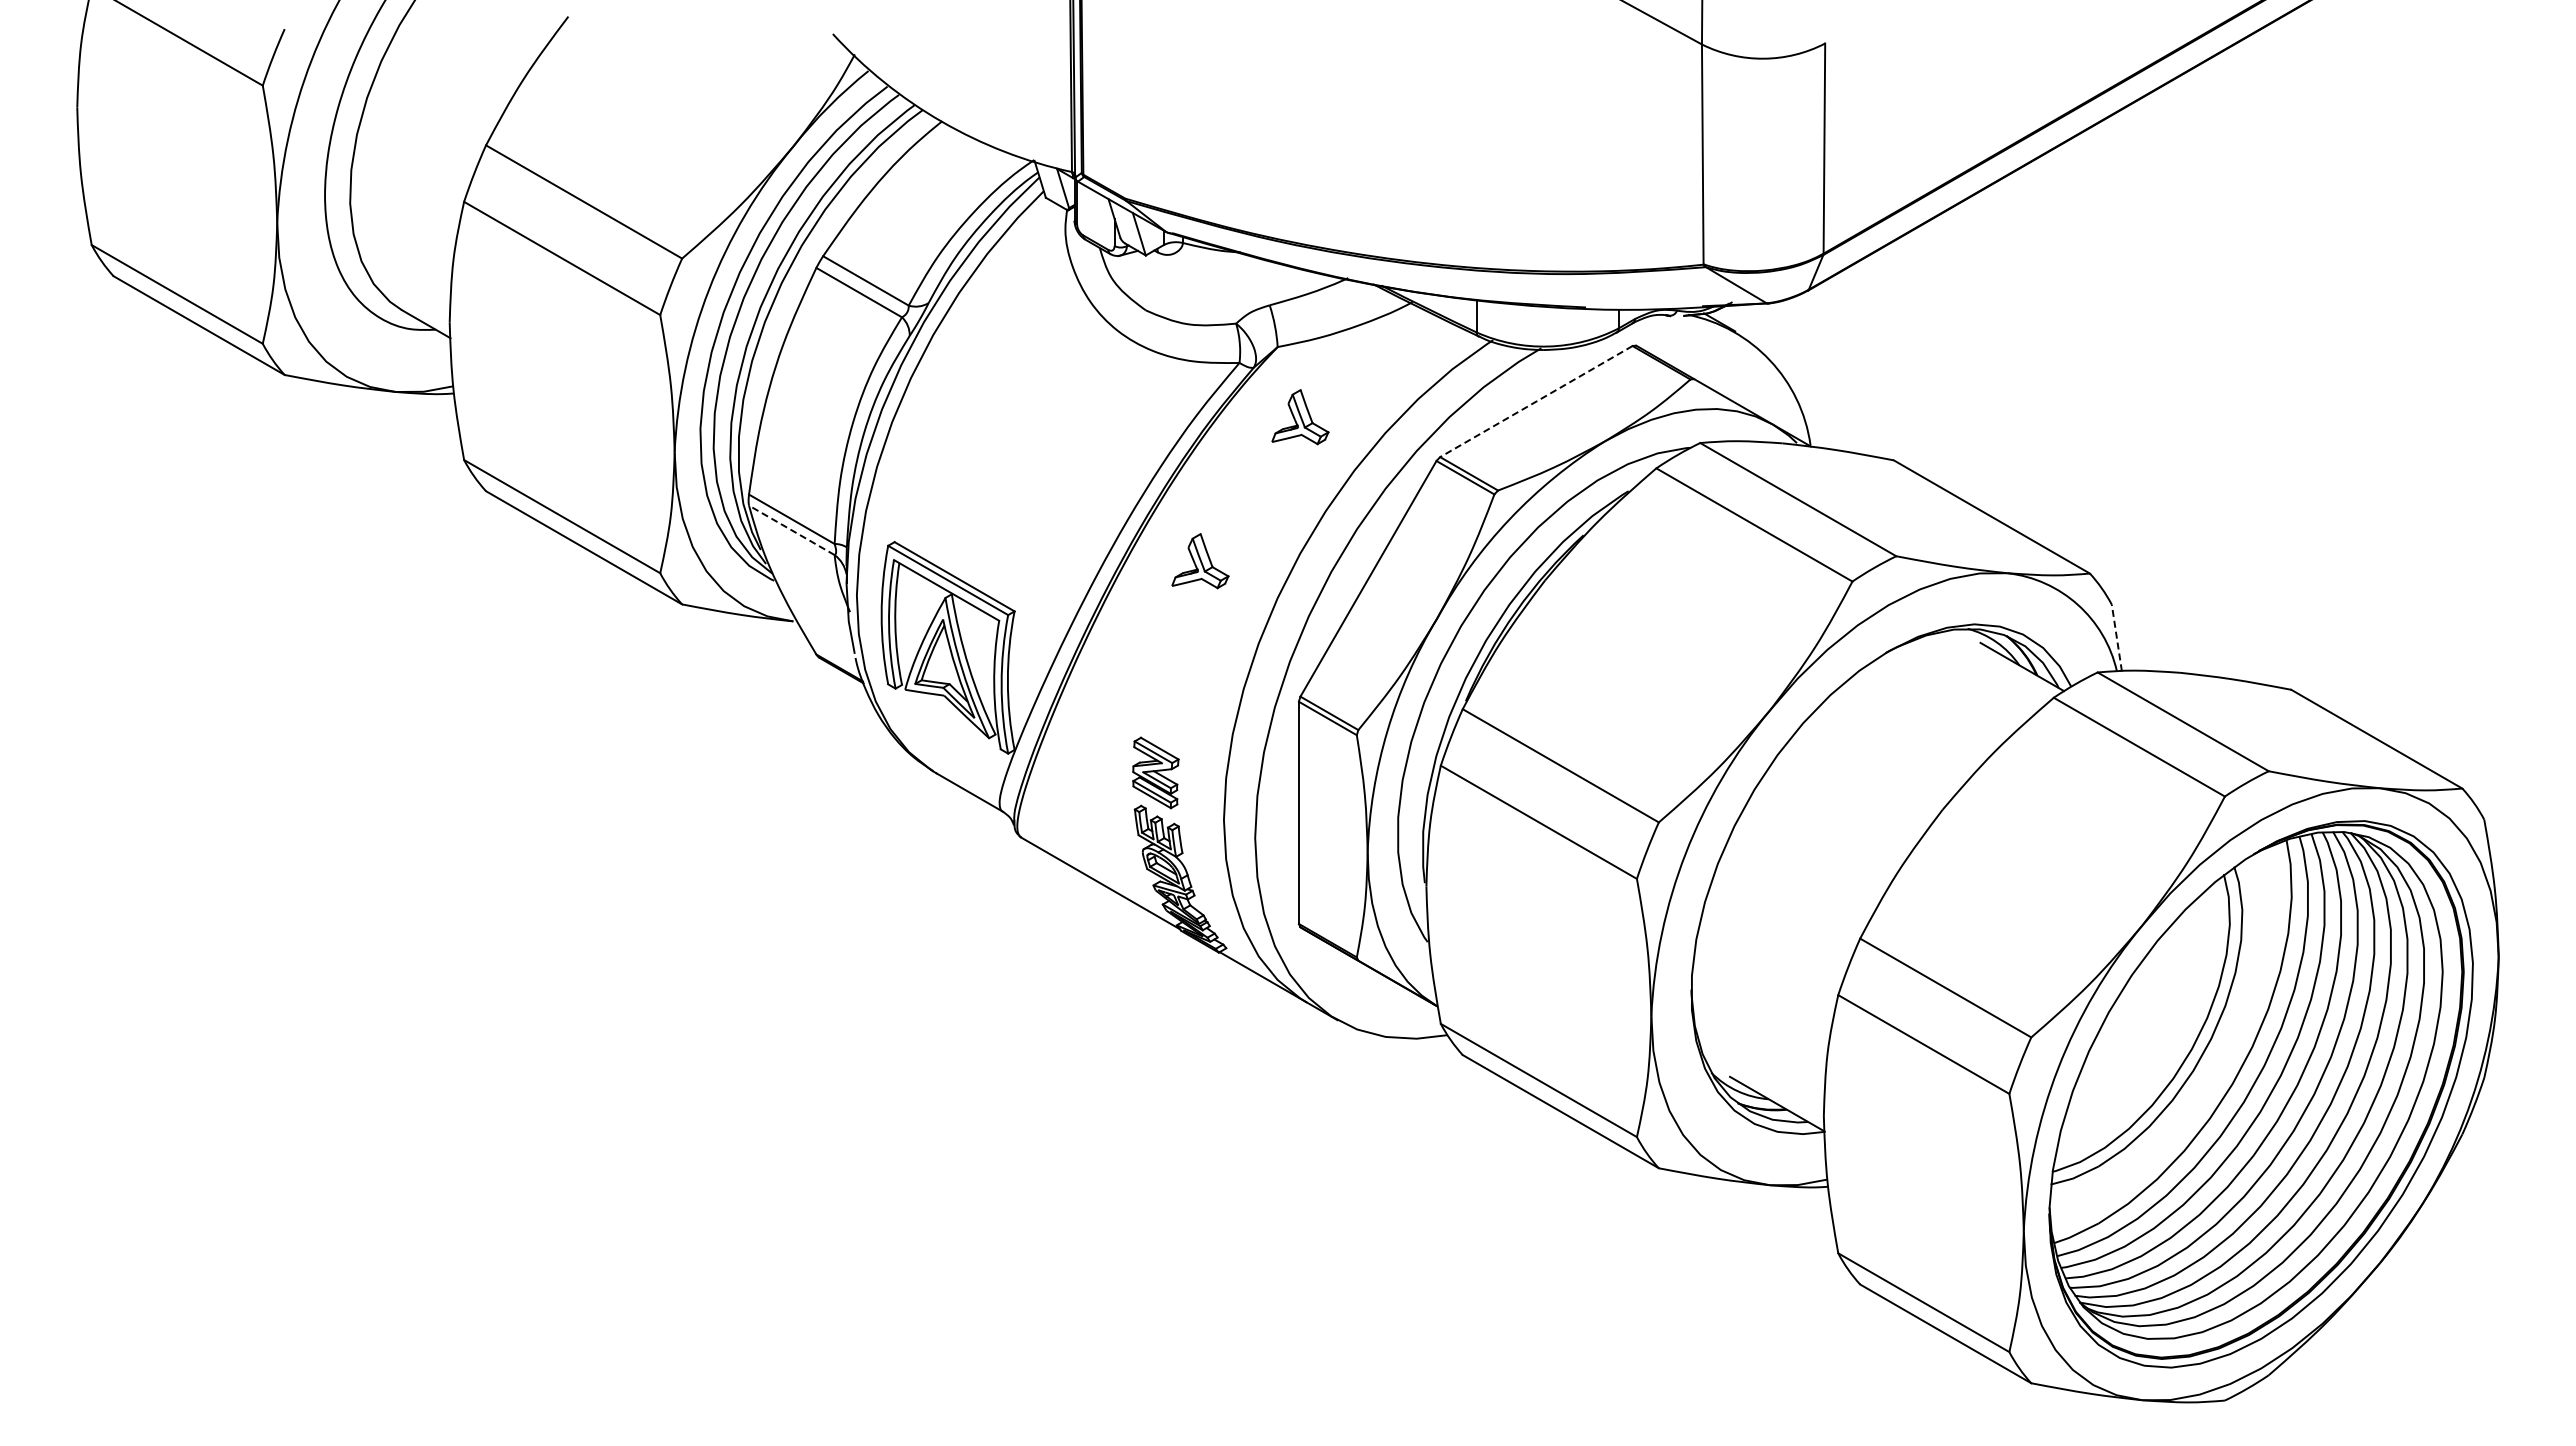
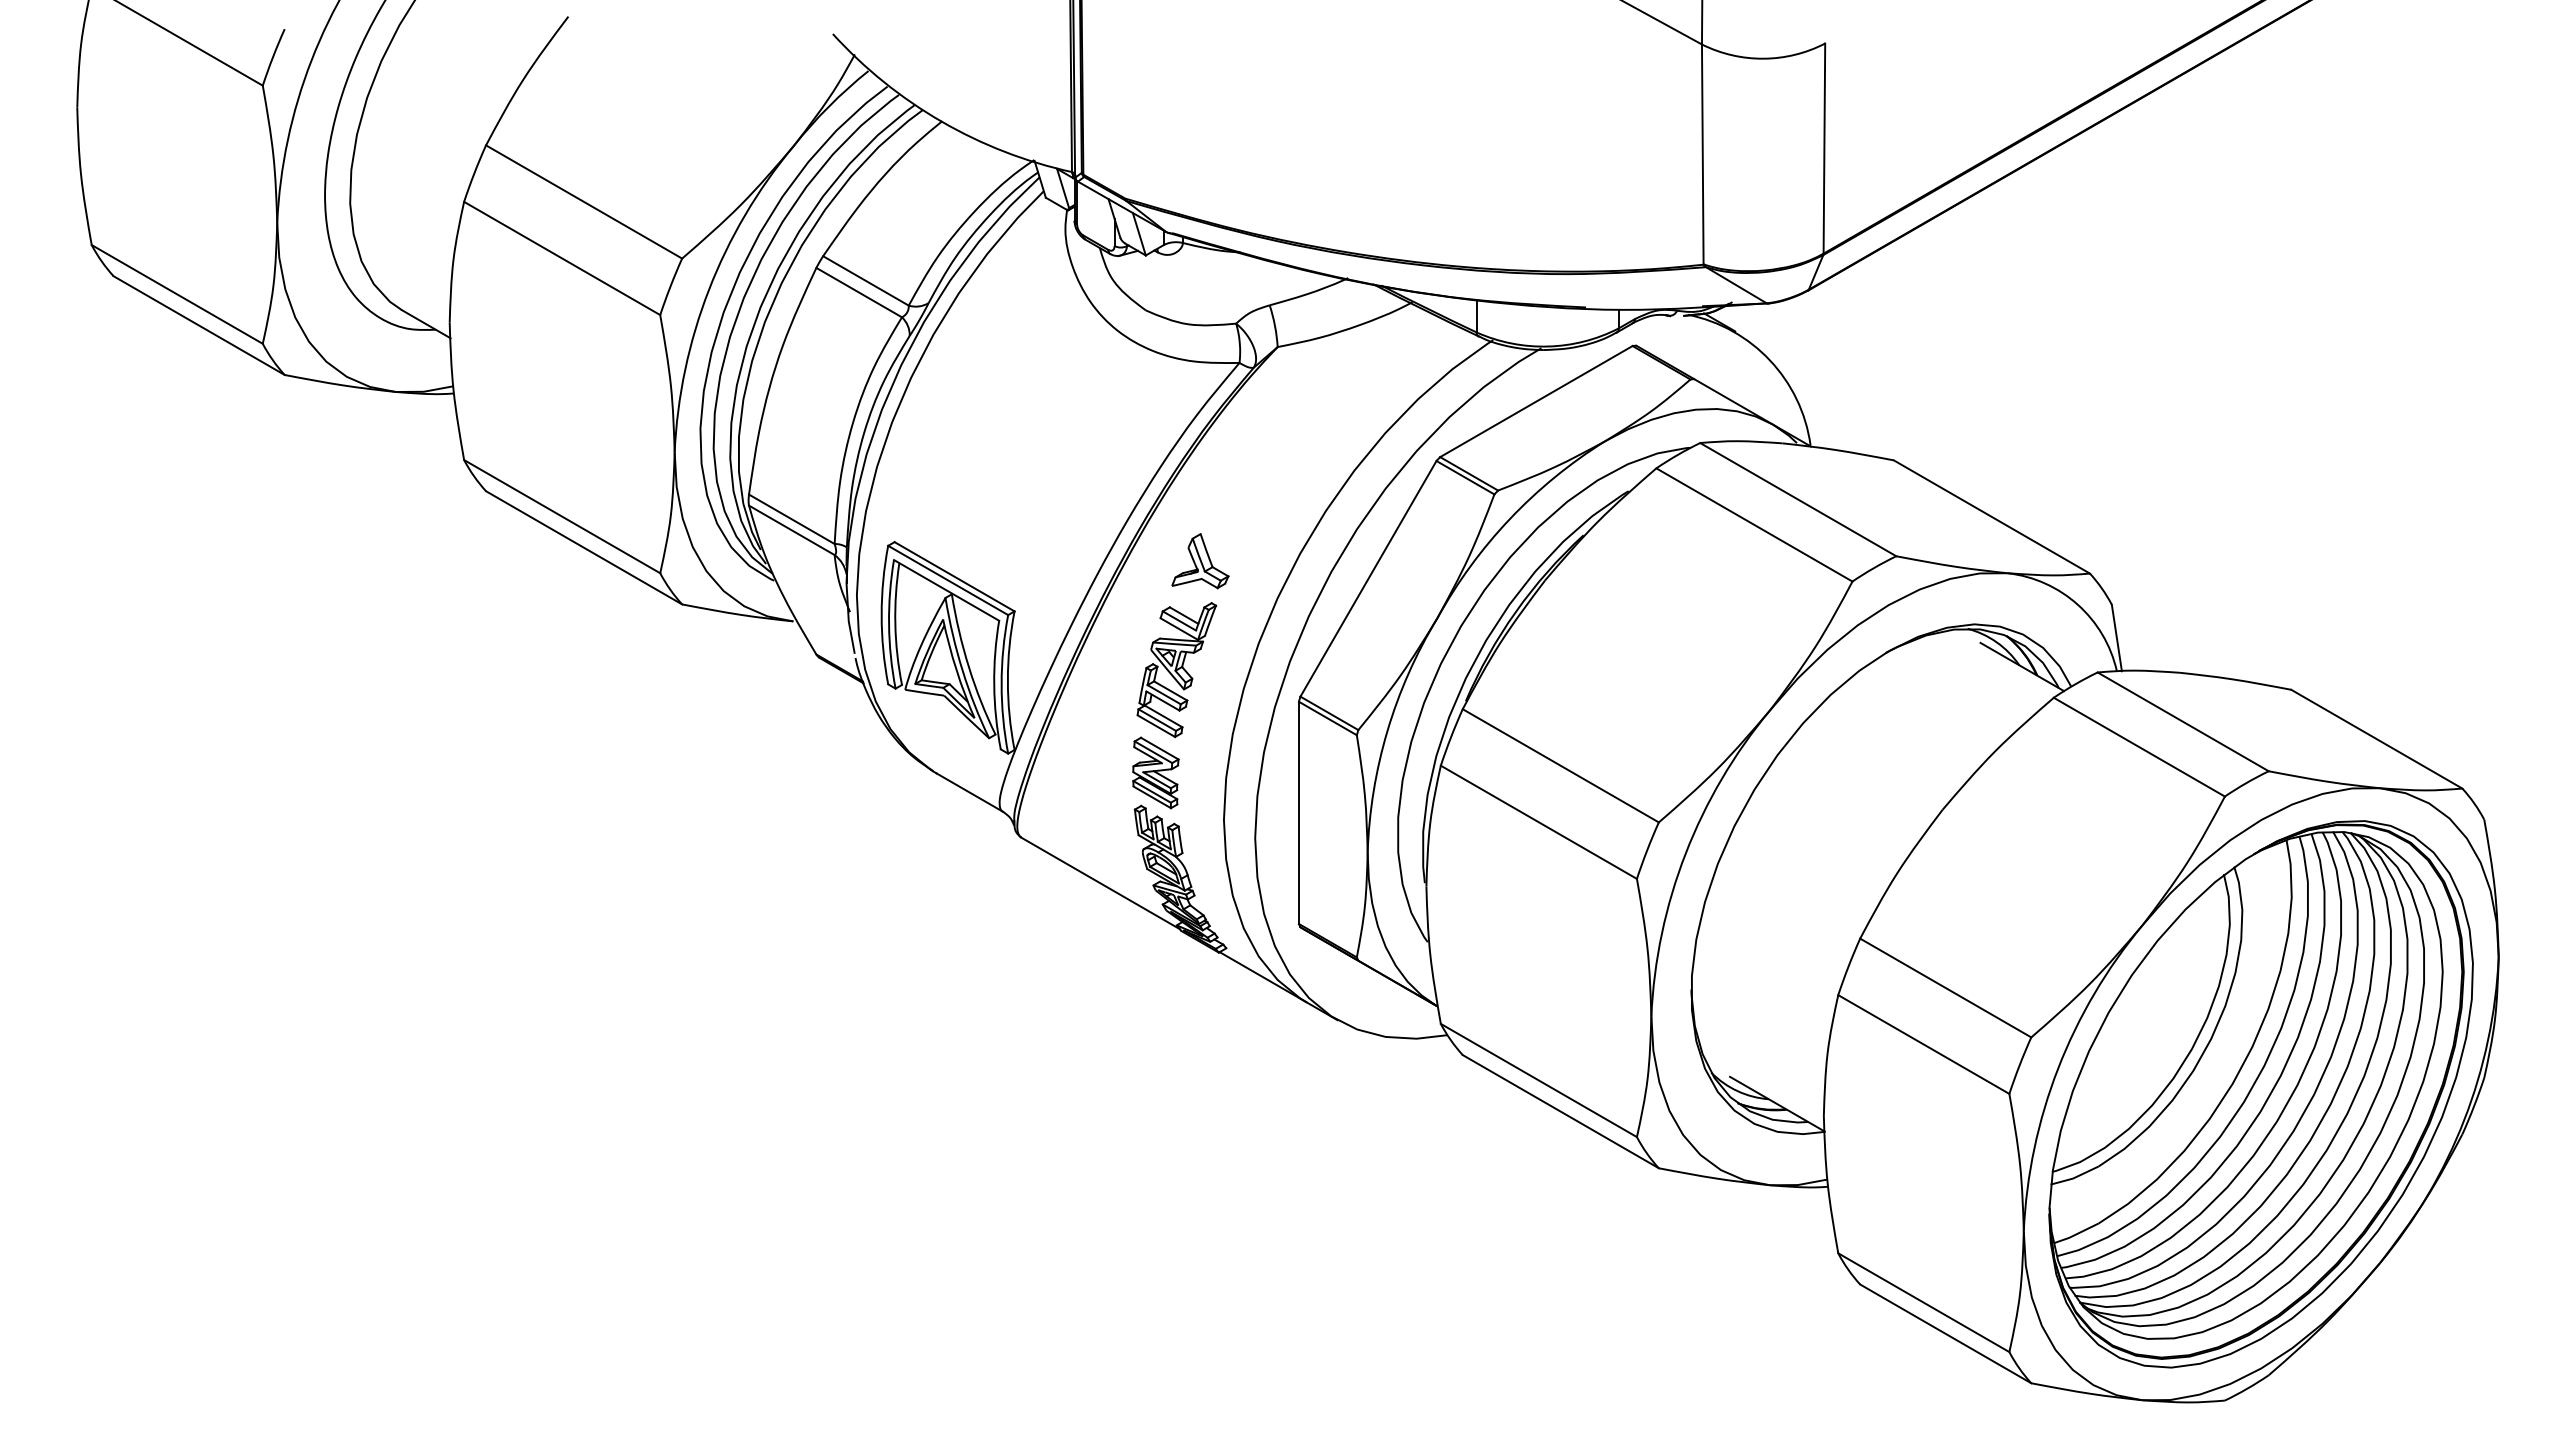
line at (1535, 401): dashed -> solid
part at (1300, 417): present -> none
line at (791, 530): dashed -> solid
line at (2116, 638): dashed -> solid
part at (1176, 670): none -> present
